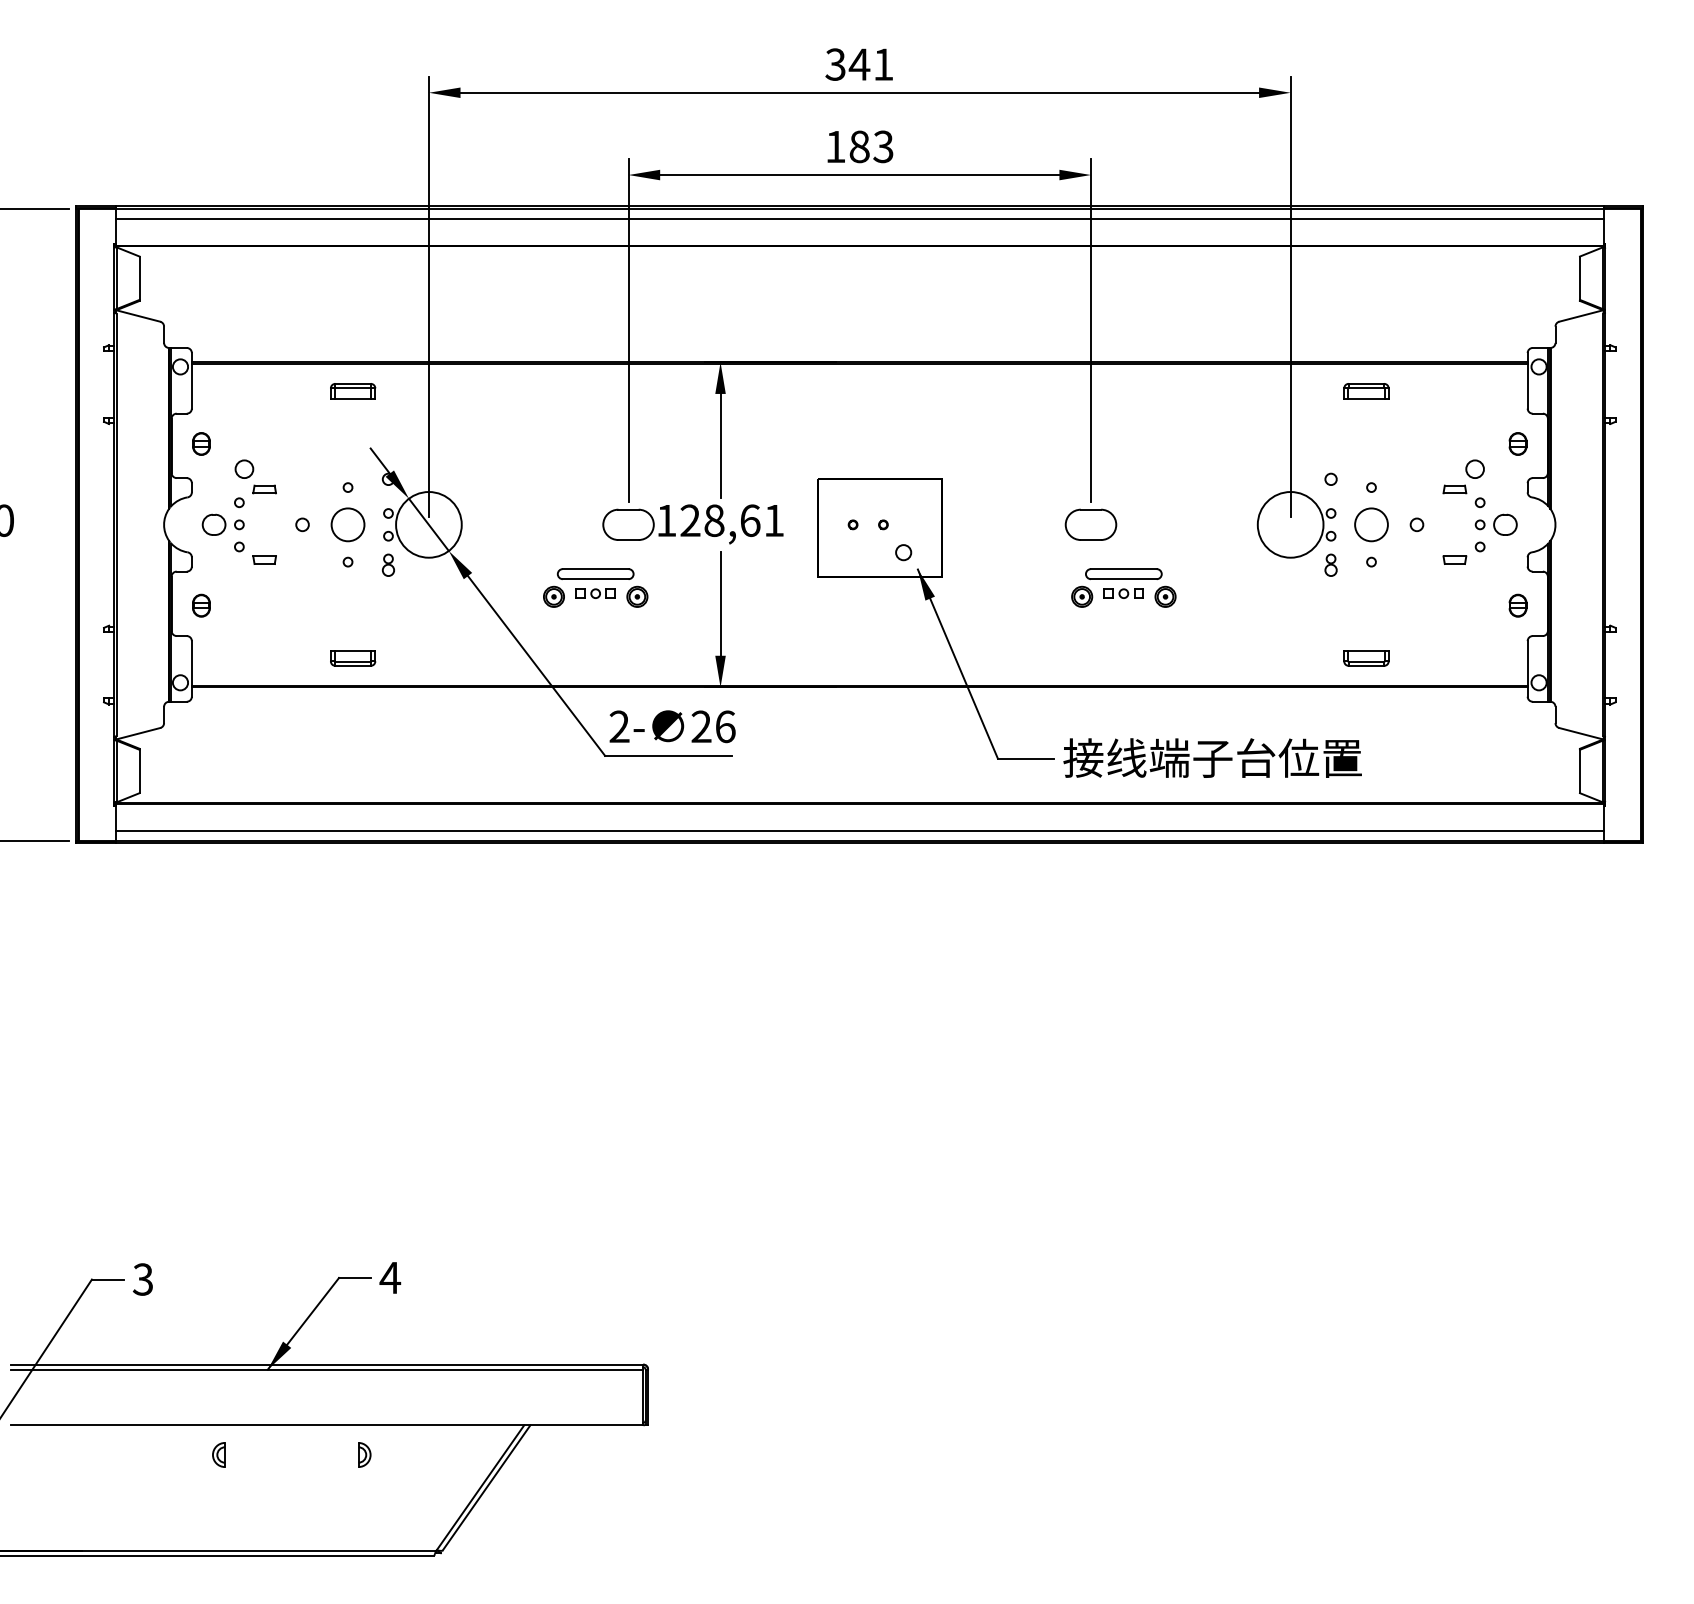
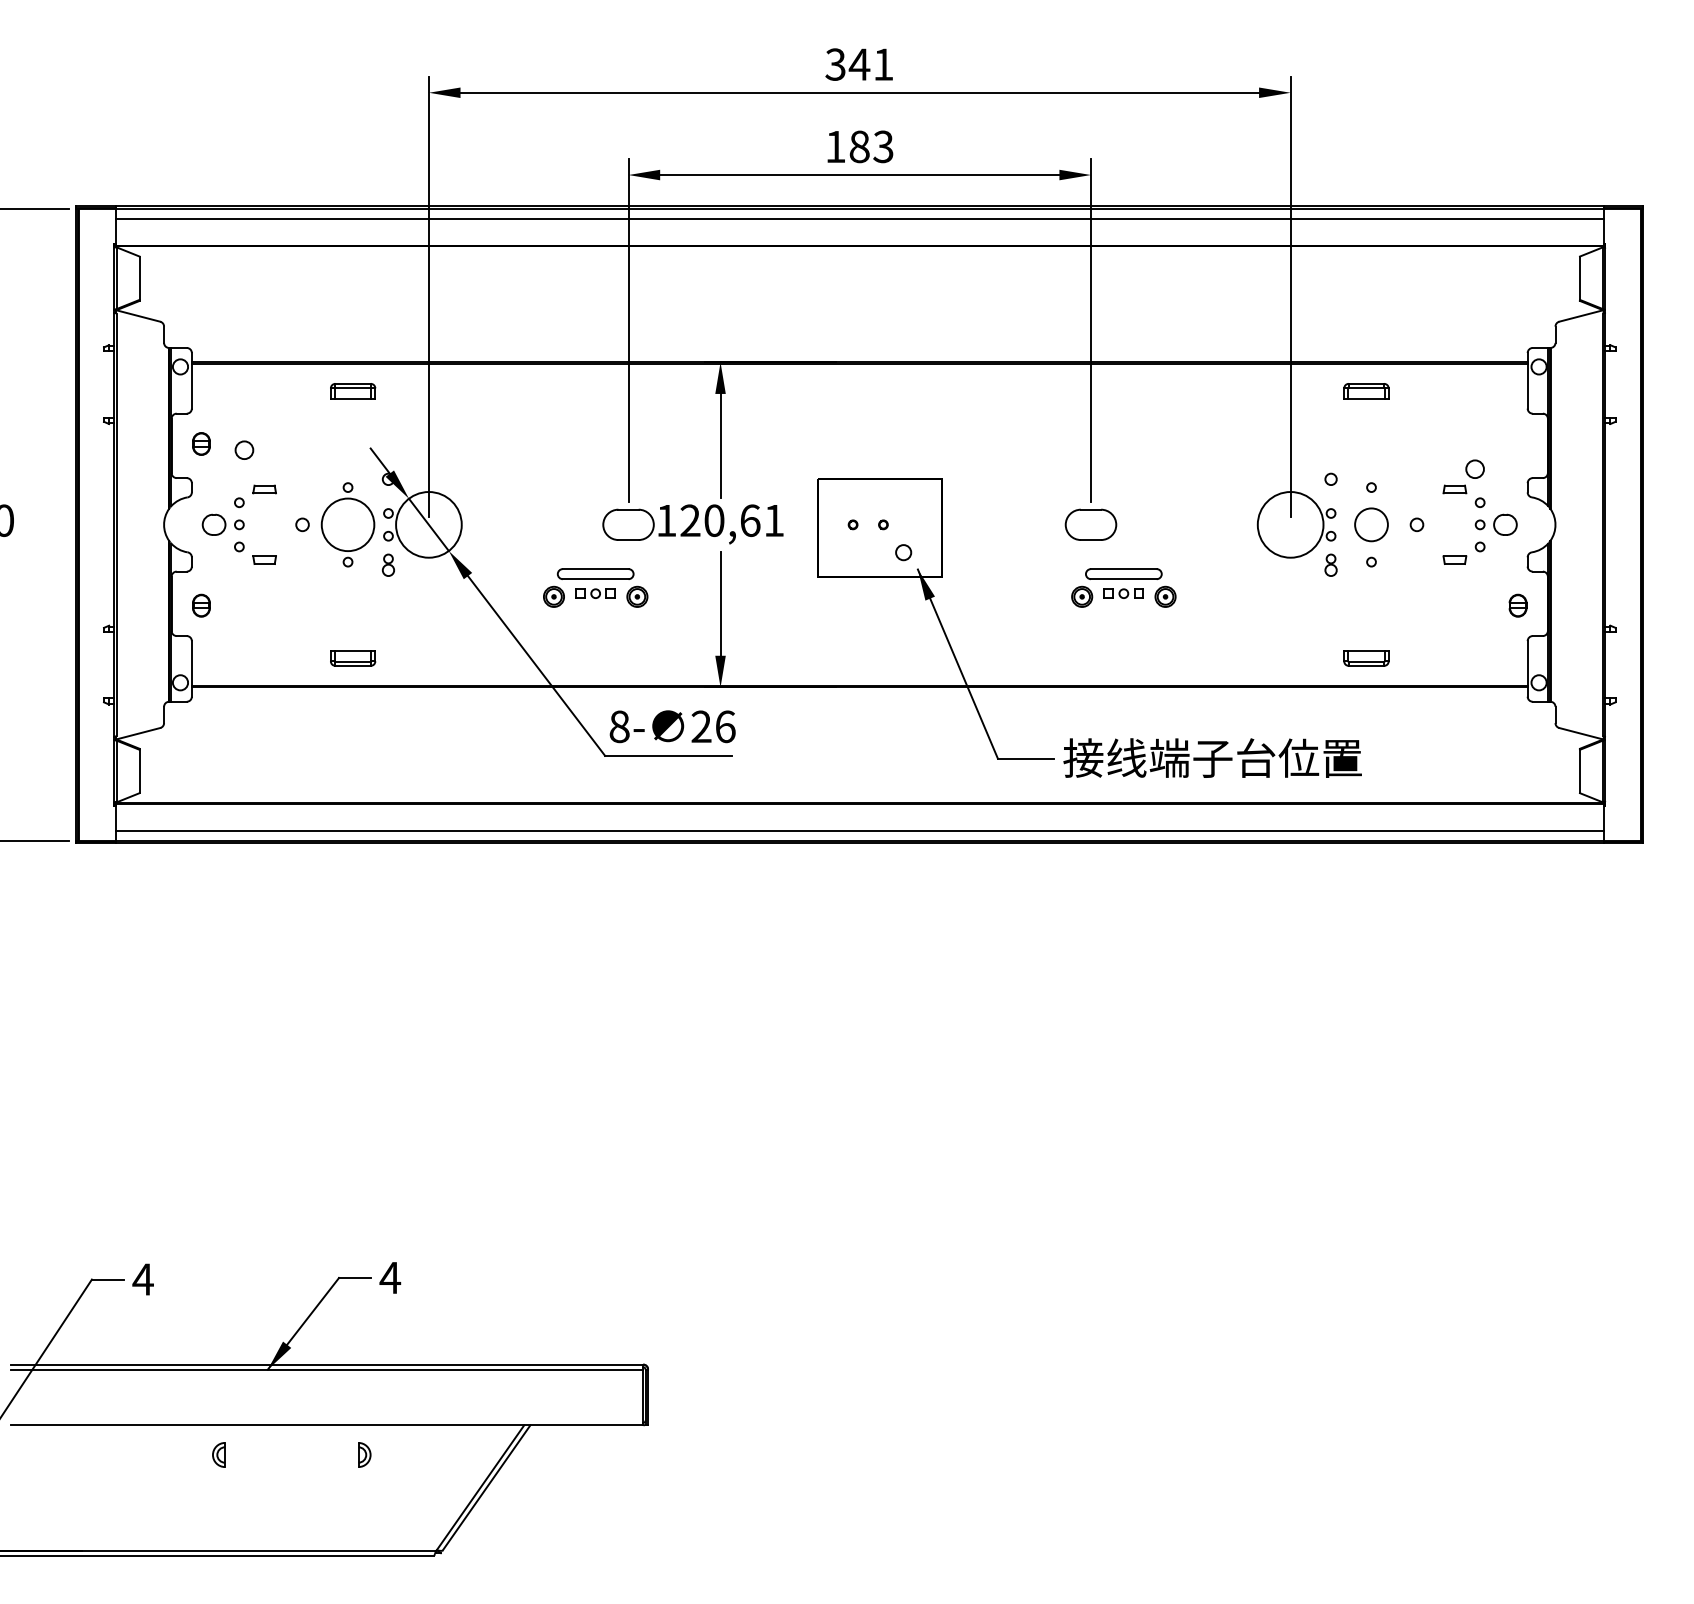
part at (1517, 443): present -> none
circle at (244, 468) position: (244, 468) -> (244, 449)
text at (714, 520): 128,61 -> 120,61
circle at (347, 524) diameter: 33 px -> 53 px
text at (619, 726): 2- -> 8-
text at (142, 1279): 3 -> 4
